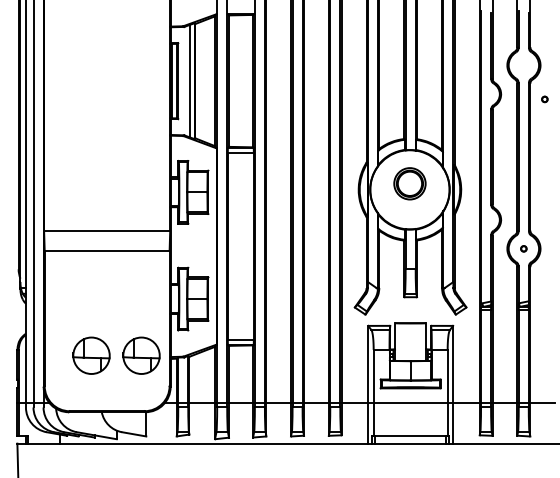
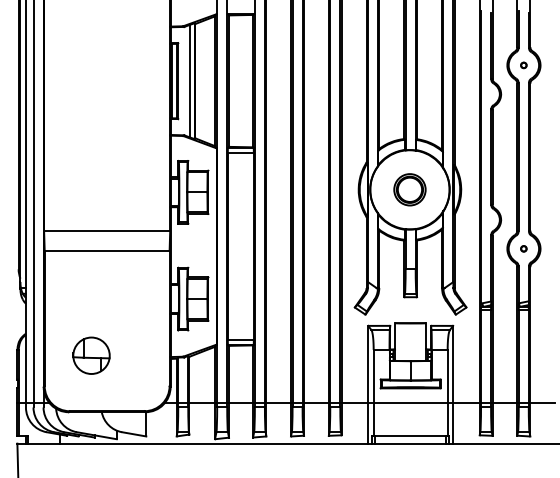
part at (544, 99) position: (544, 99) -> (523, 65)
part at (409, 183) position: (409, 183) -> (409, 189)
part at (141, 355): present -> none
